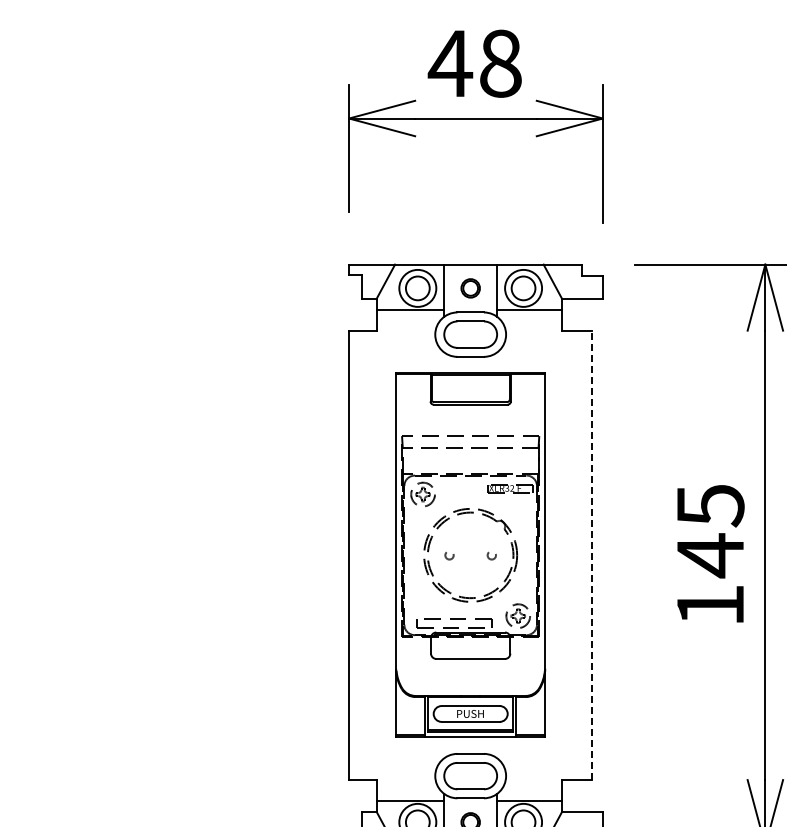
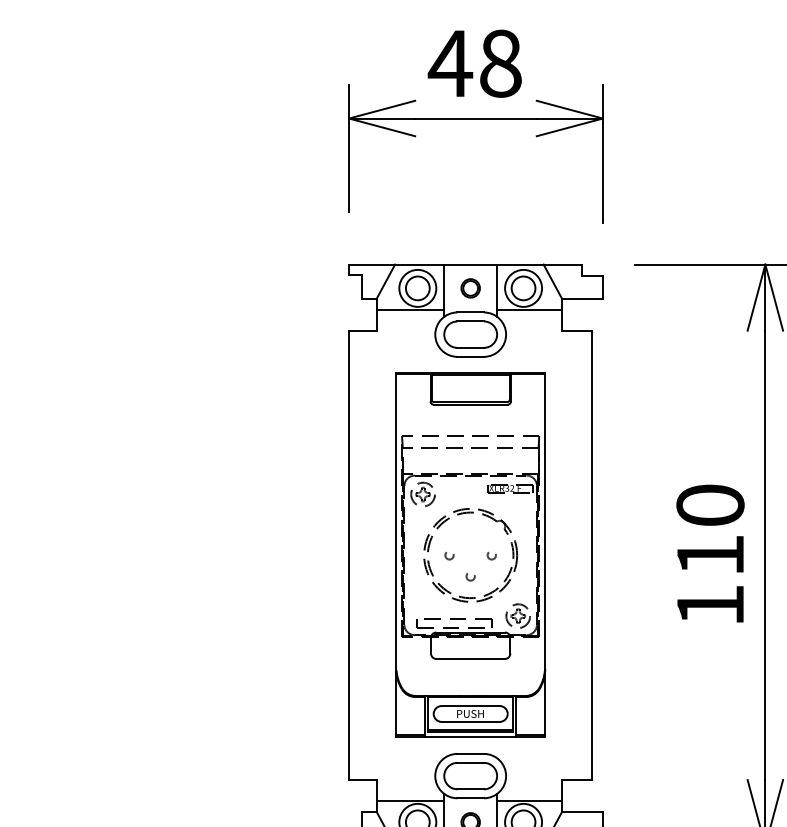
text at (710, 531): 145 -> 110
line at (592, 555): dashed -> solid
circle at (470, 577): none -> present
